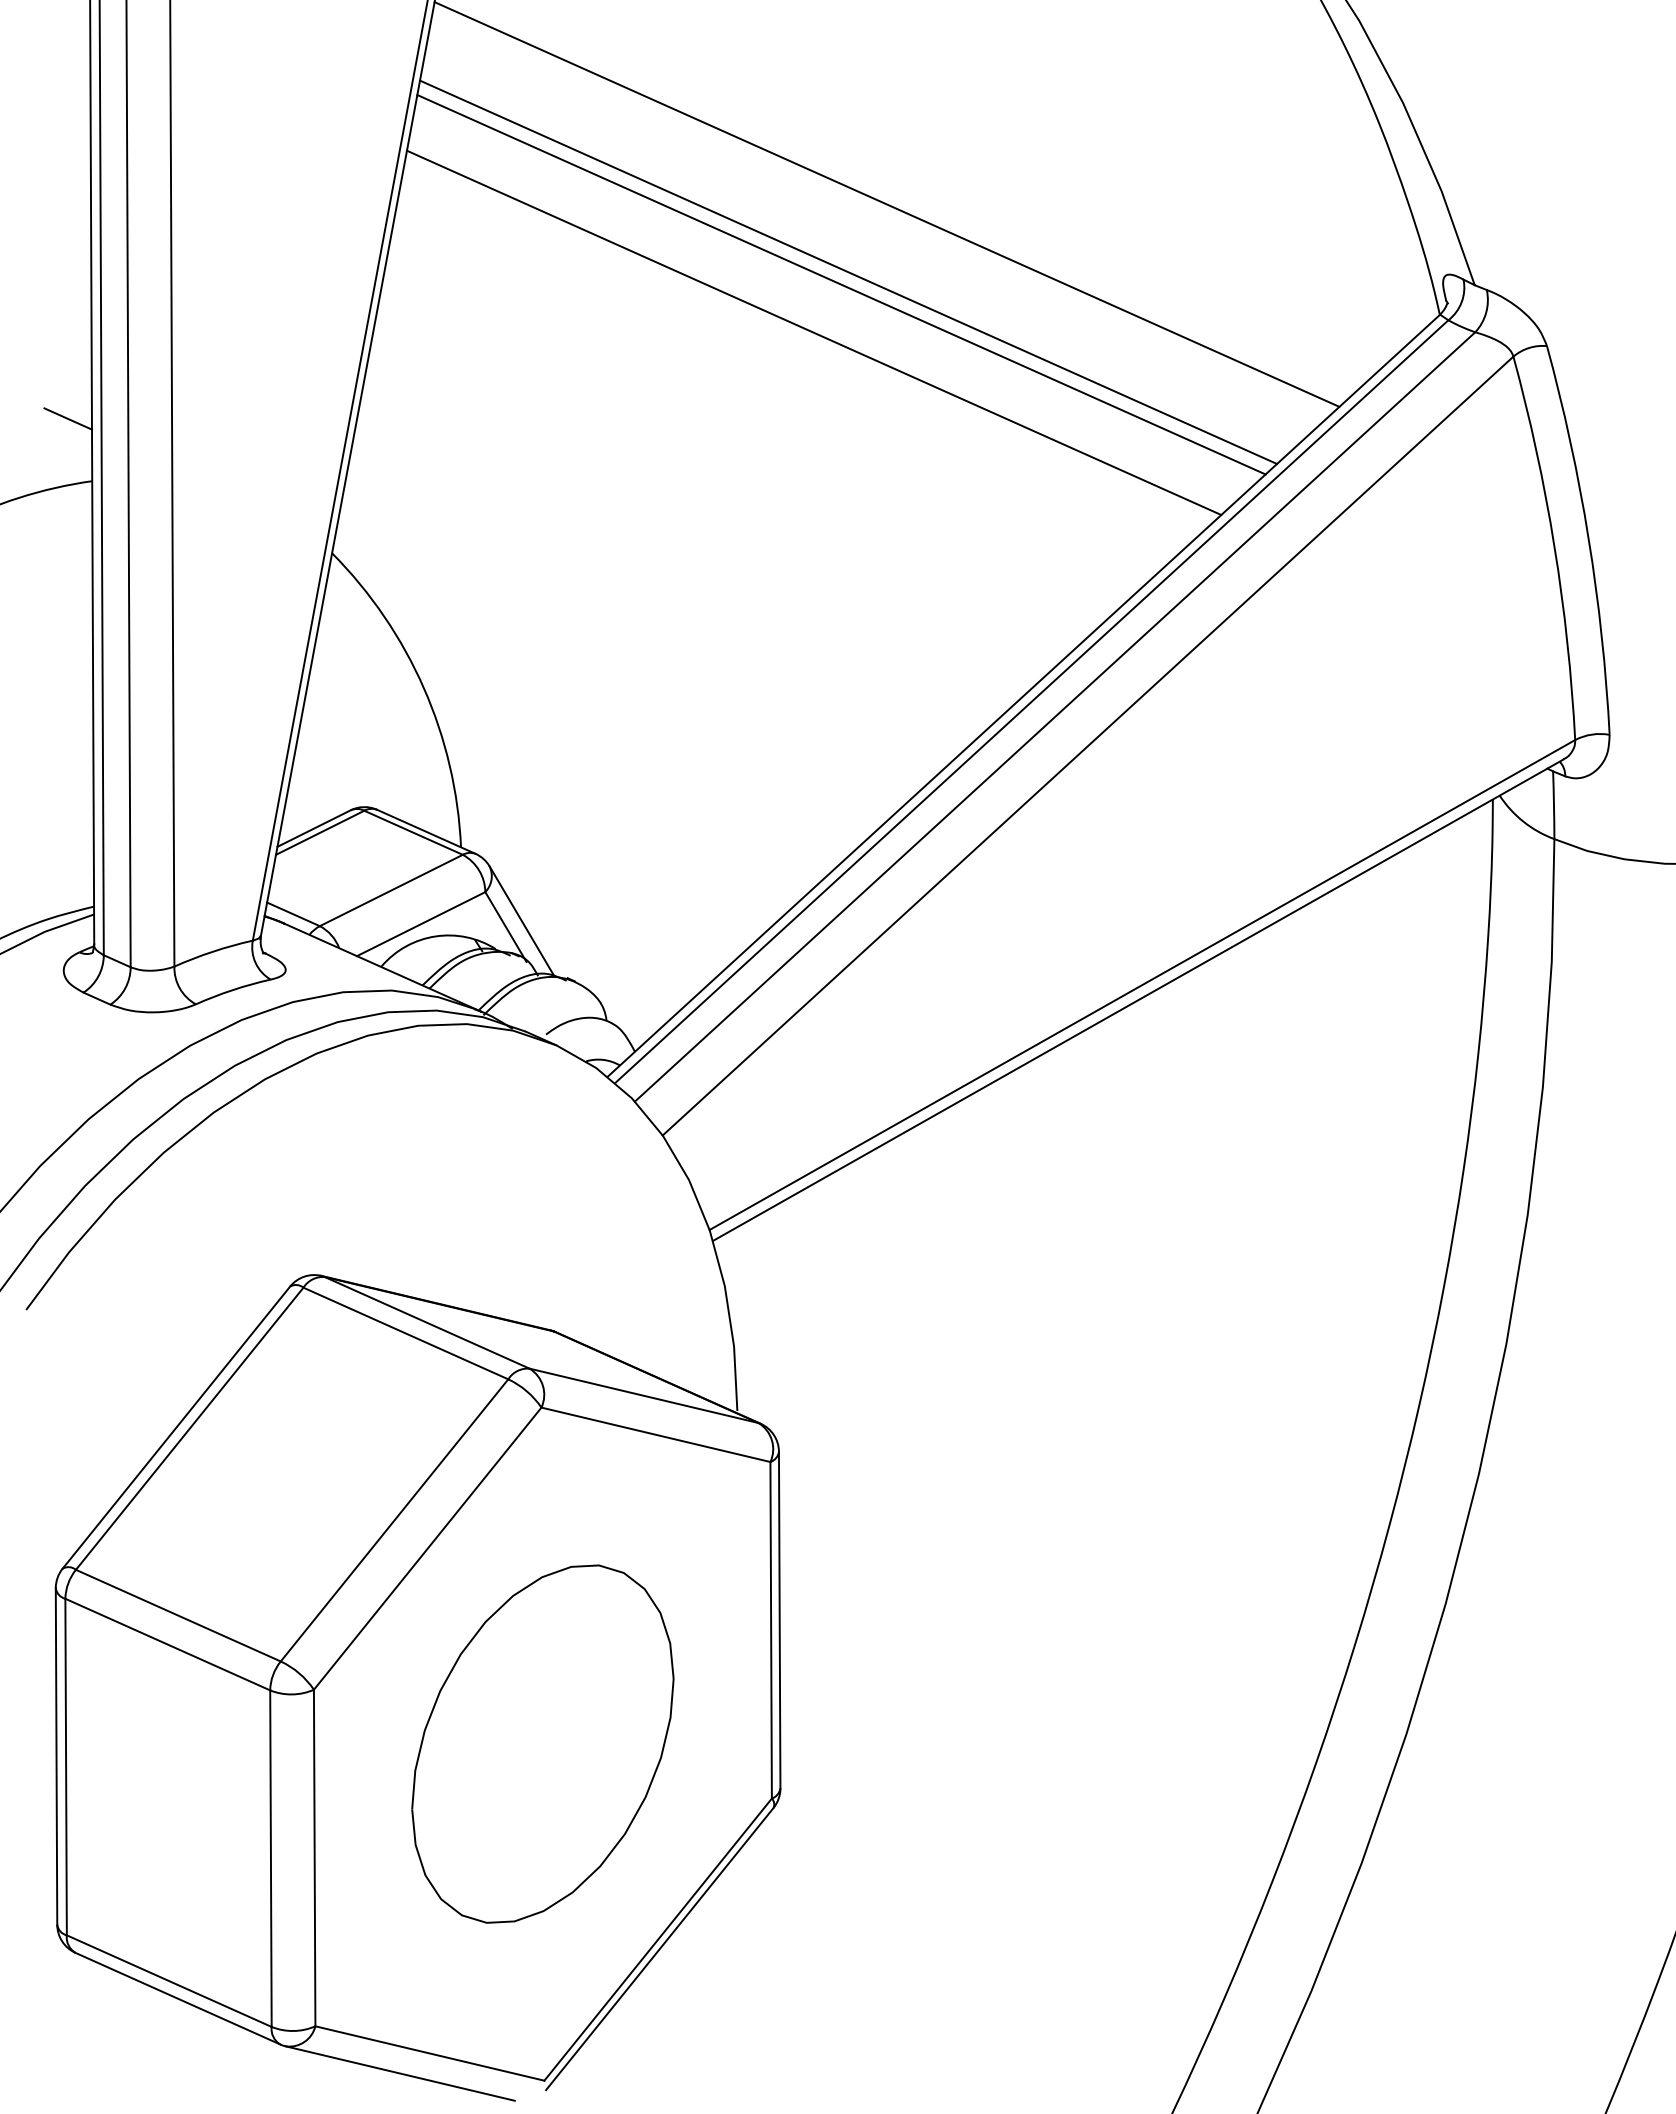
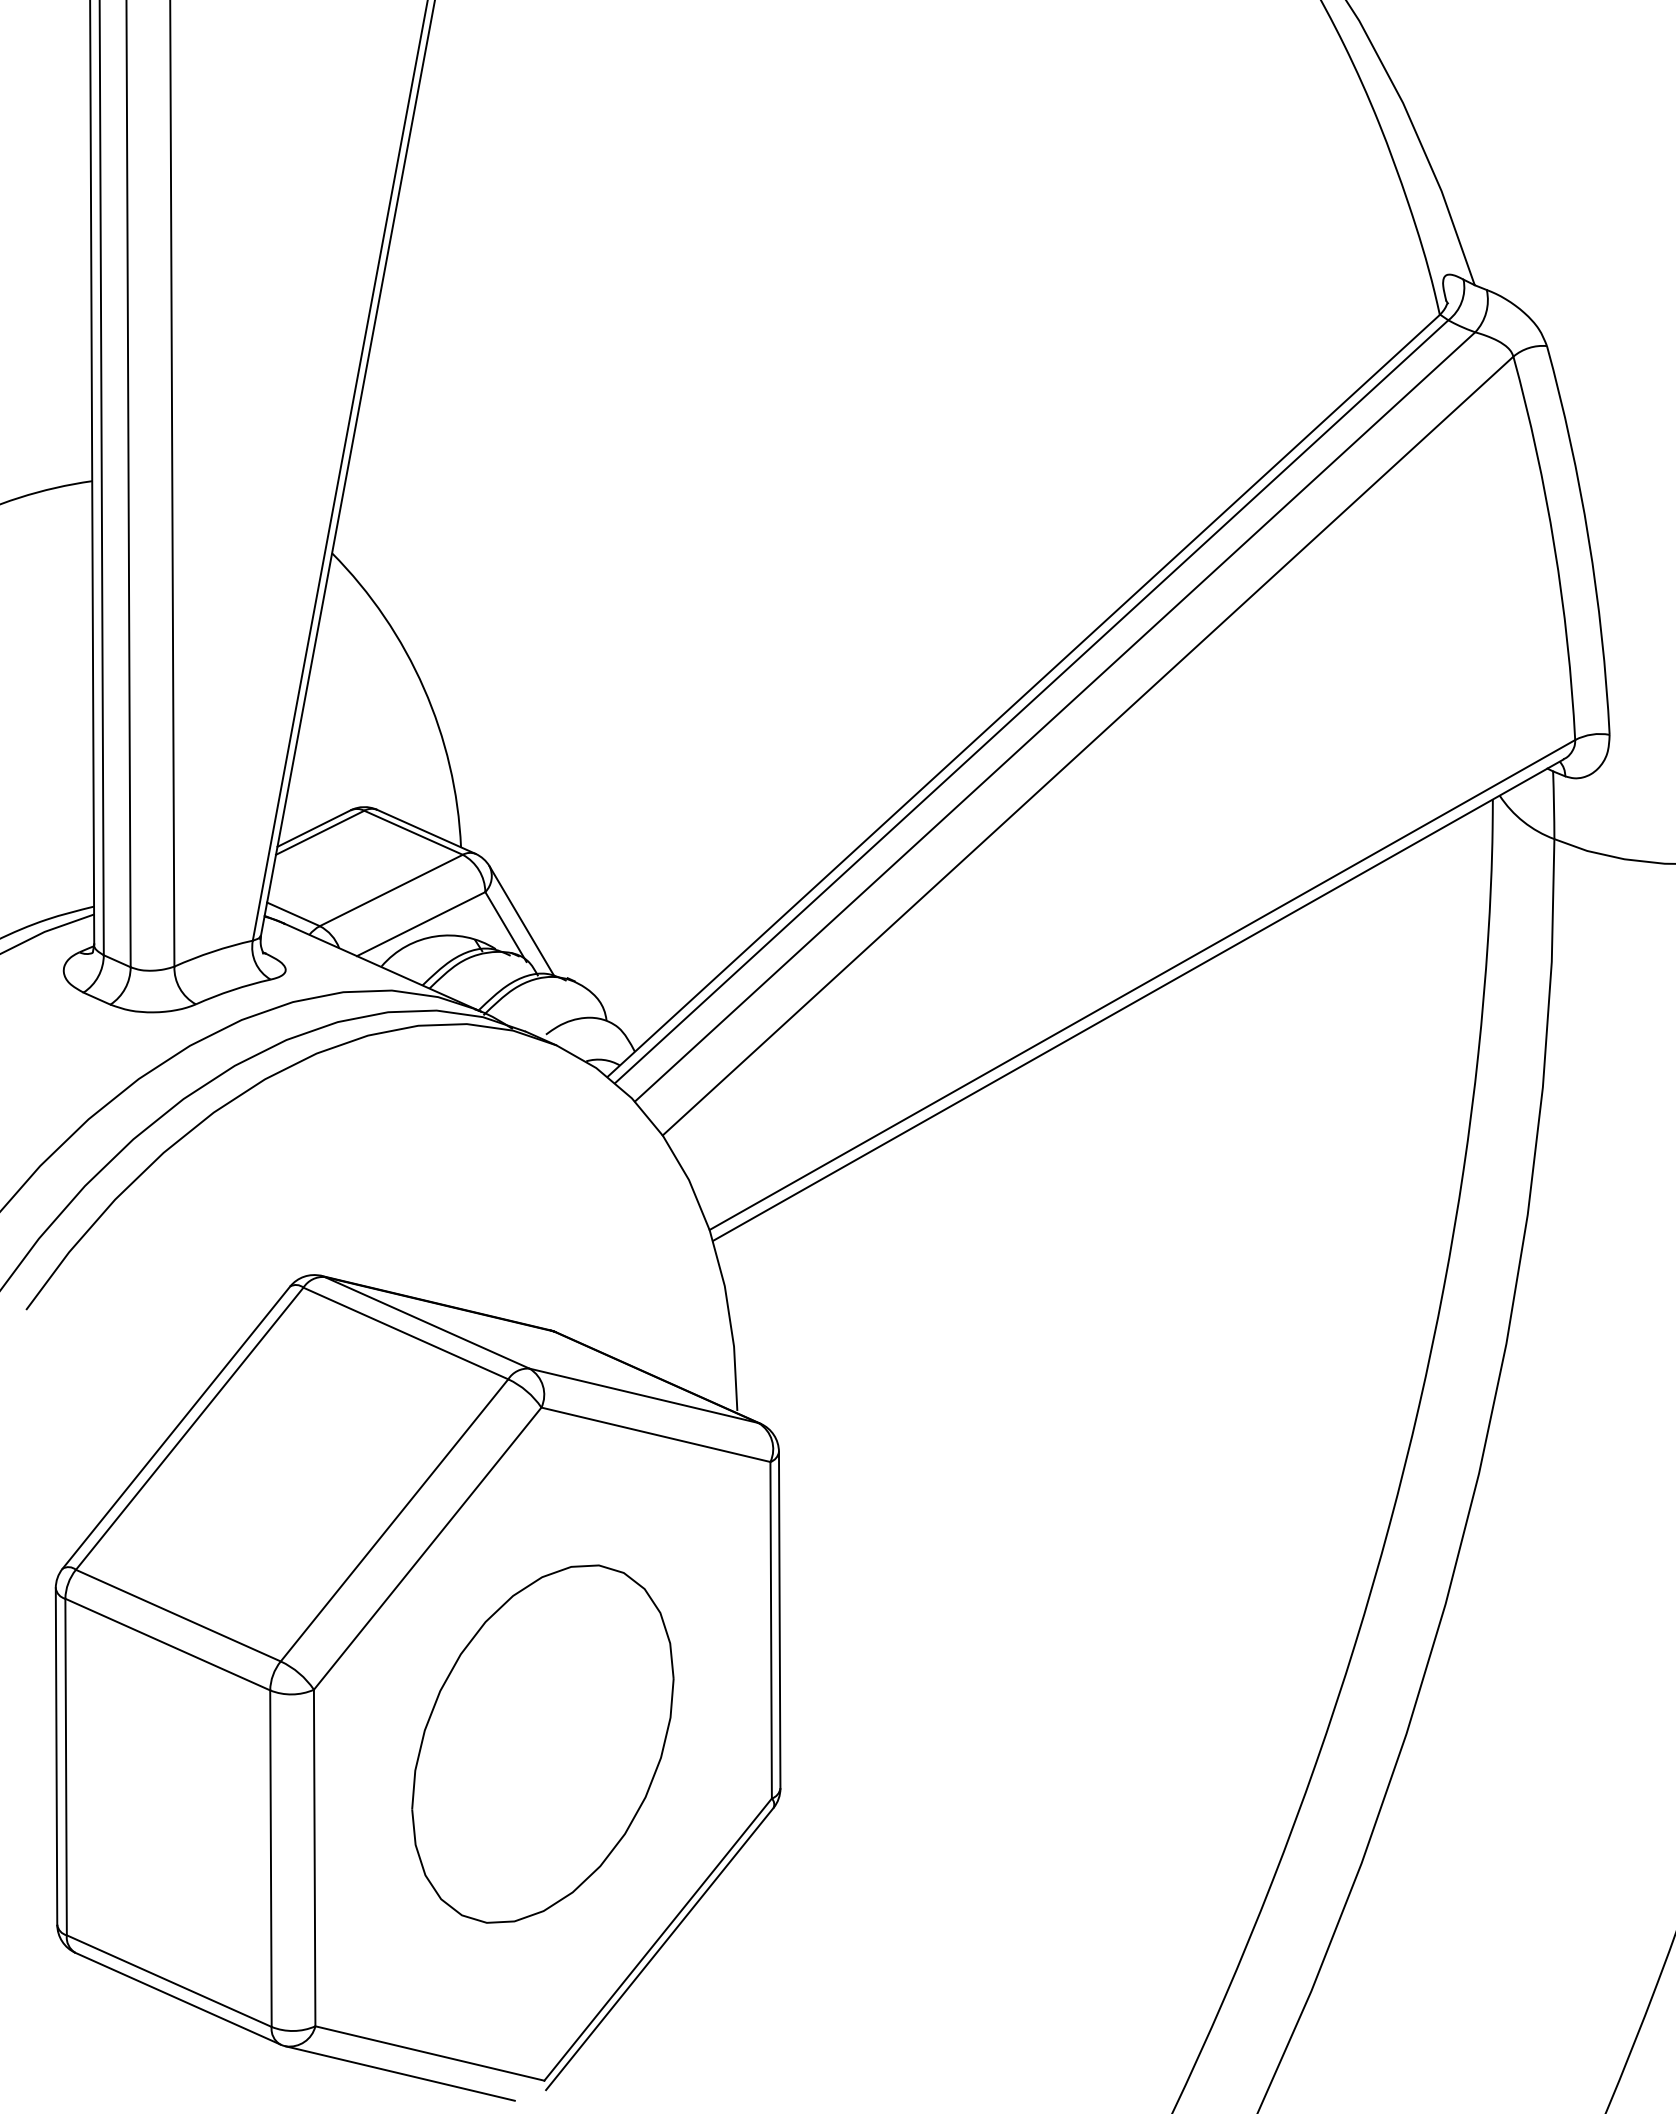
line at (886, 204): present -> none
line at (848, 271): present -> none
line at (841, 284): present -> none
line at (813, 332): present -> none
line at (68, 418): present -> none
